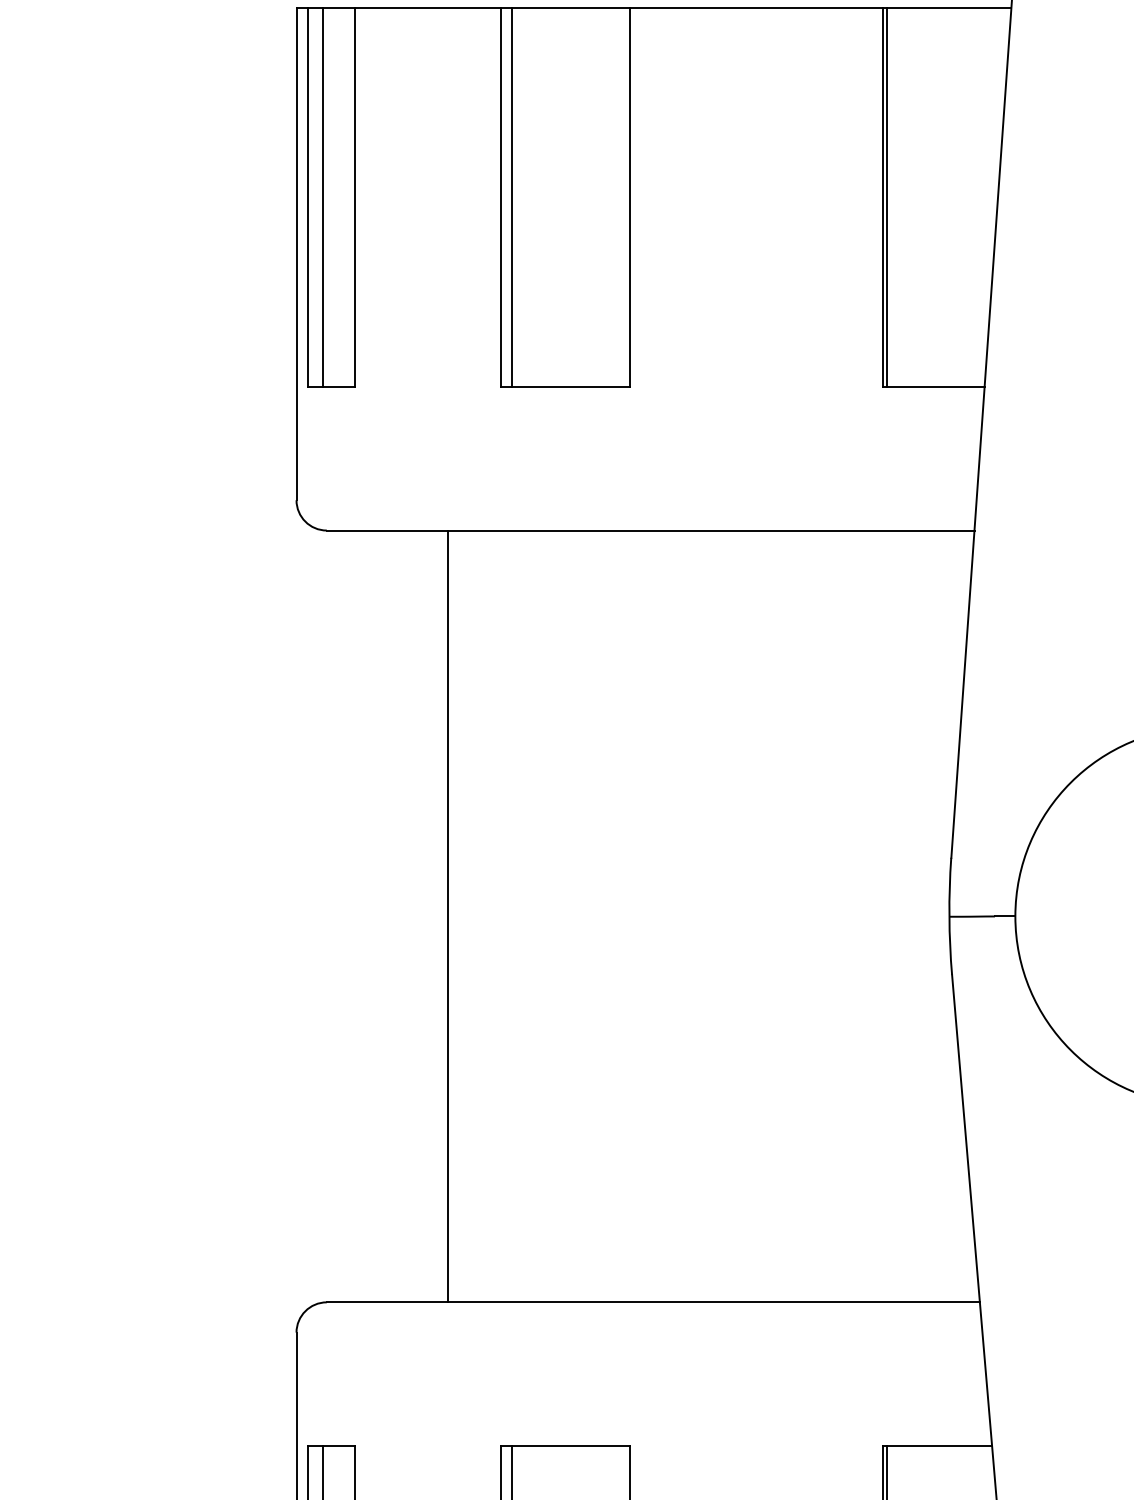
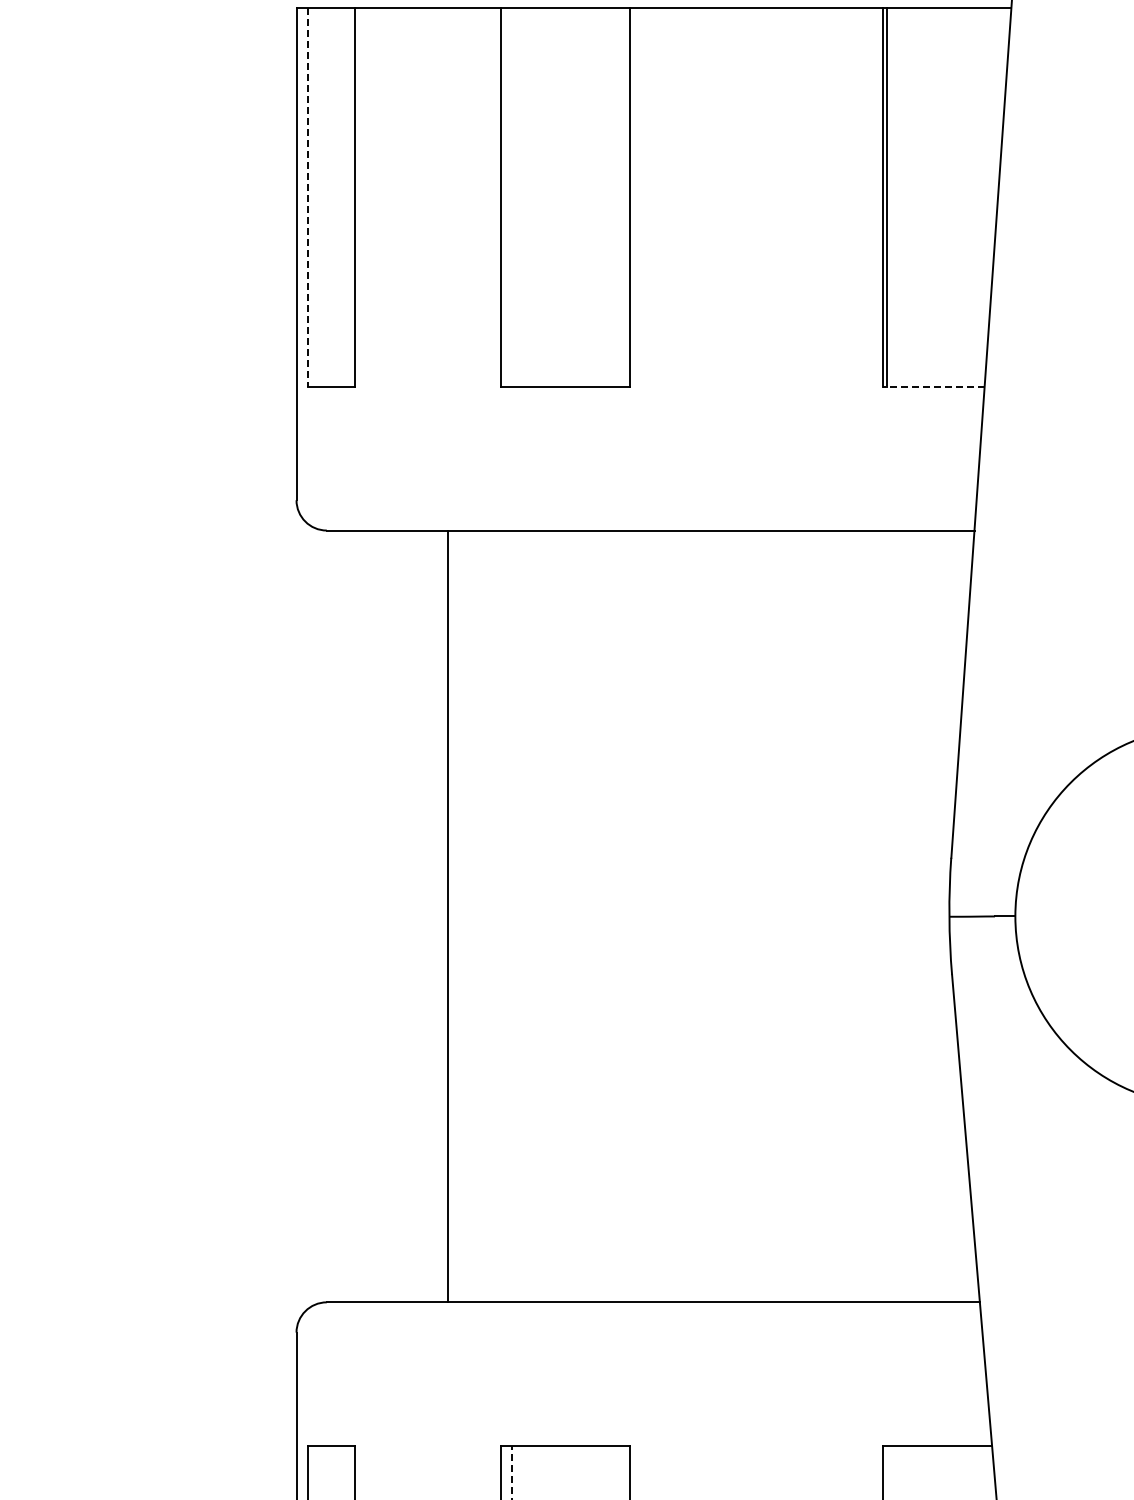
line at (323, 197): present -> none
line at (512, 197): present -> none
line at (308, 198): solid -> dashed
line at (933, 386): solid -> dashed
line at (323, 1471): present -> none
line at (886, 1471): present -> none
line at (512, 1472): solid -> dashed
